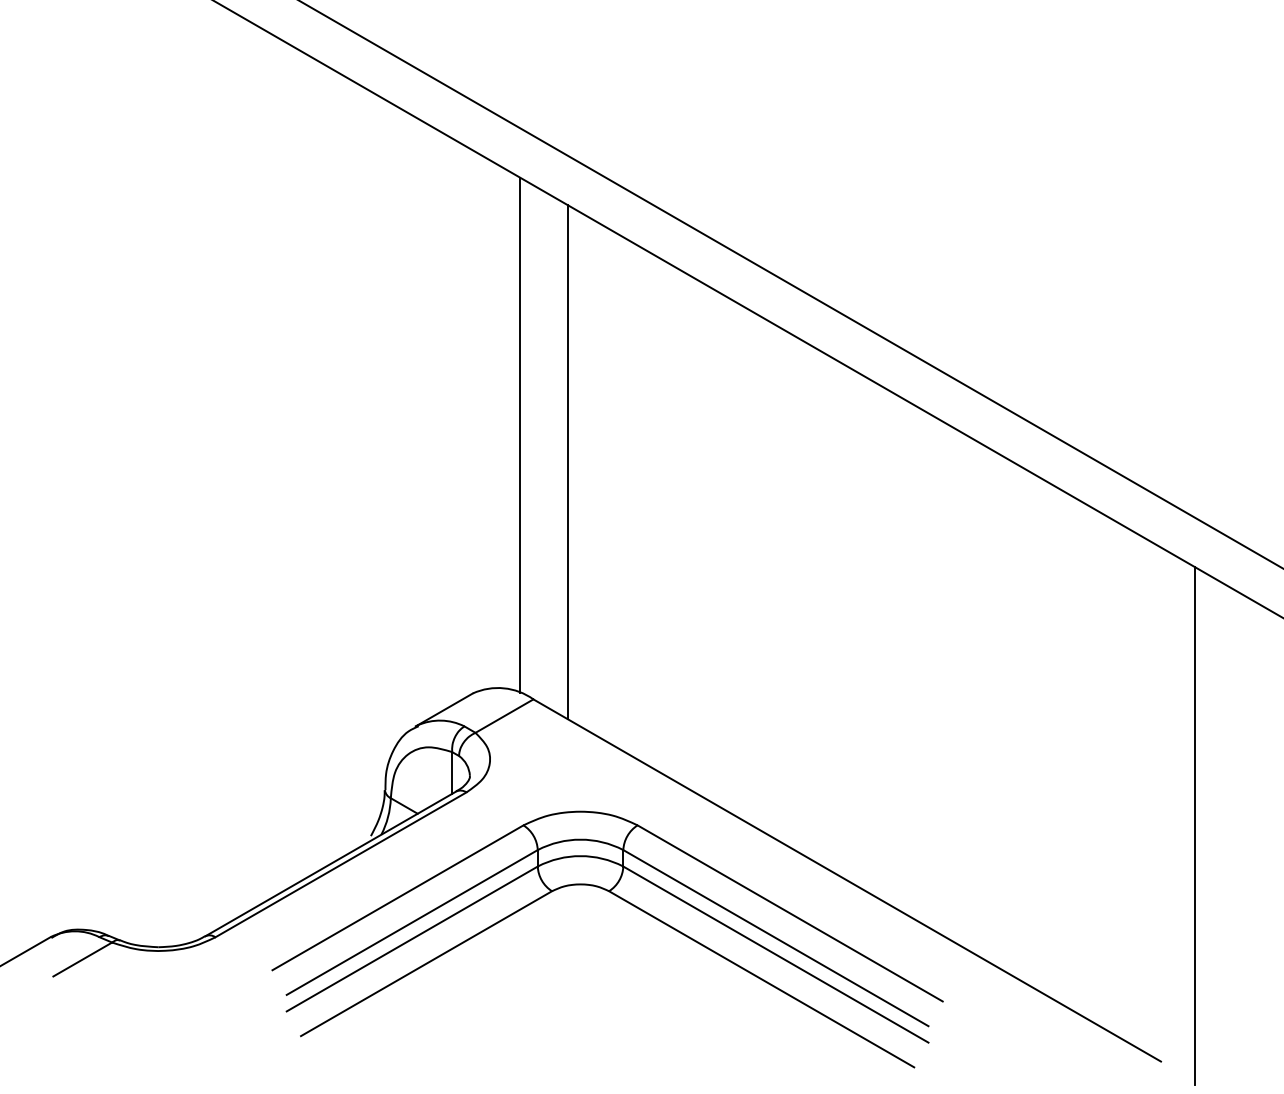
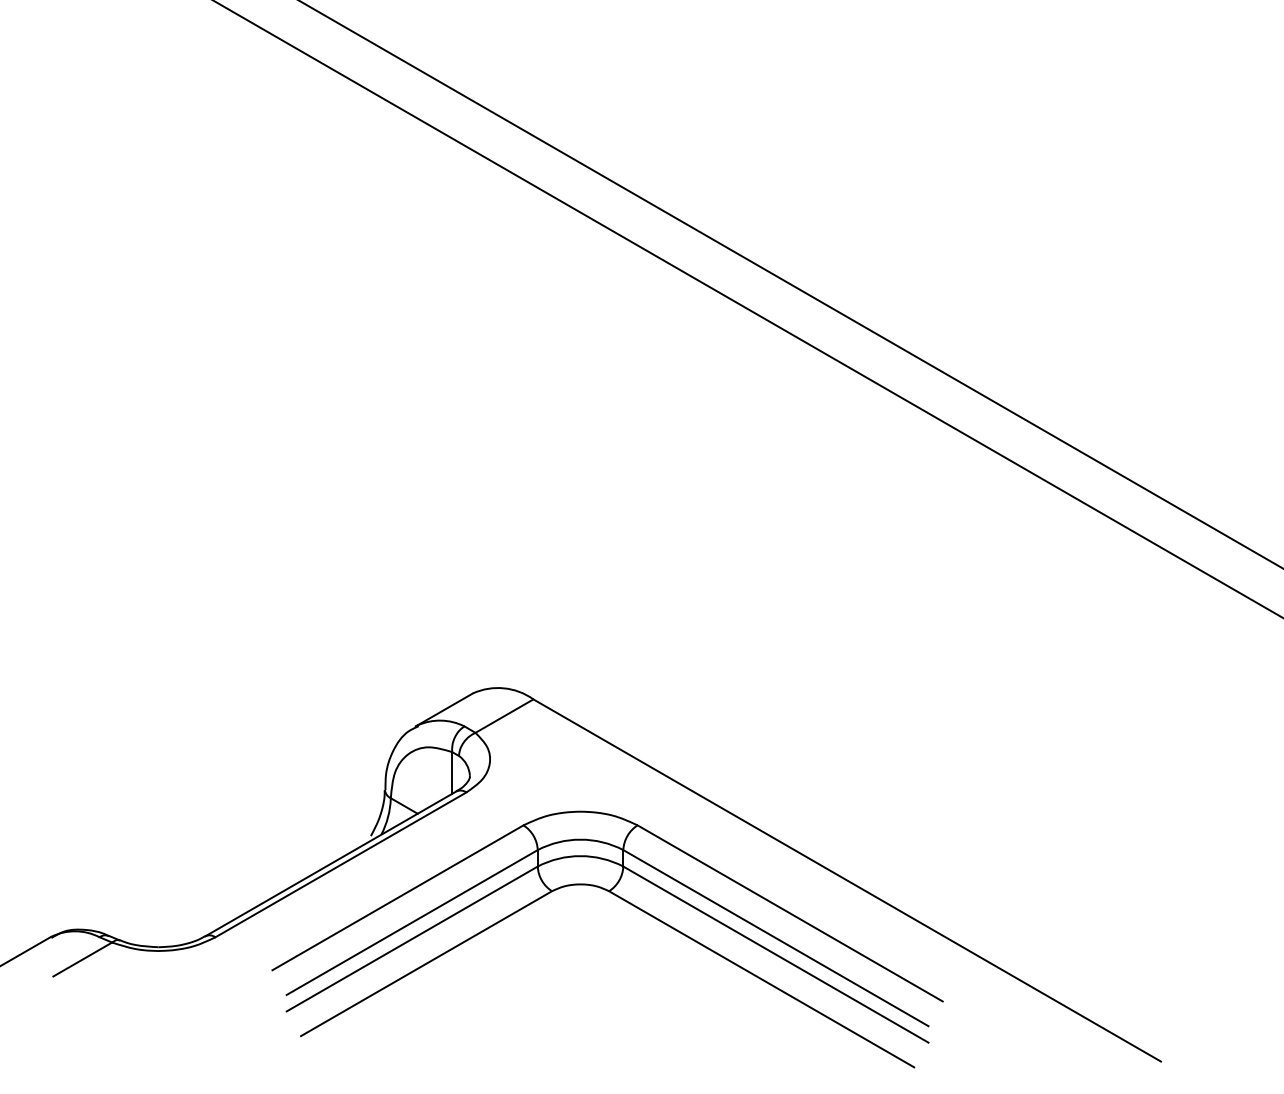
line at (520, 435): present -> none
line at (567, 462): present -> none
line at (1195, 825): present -> none
